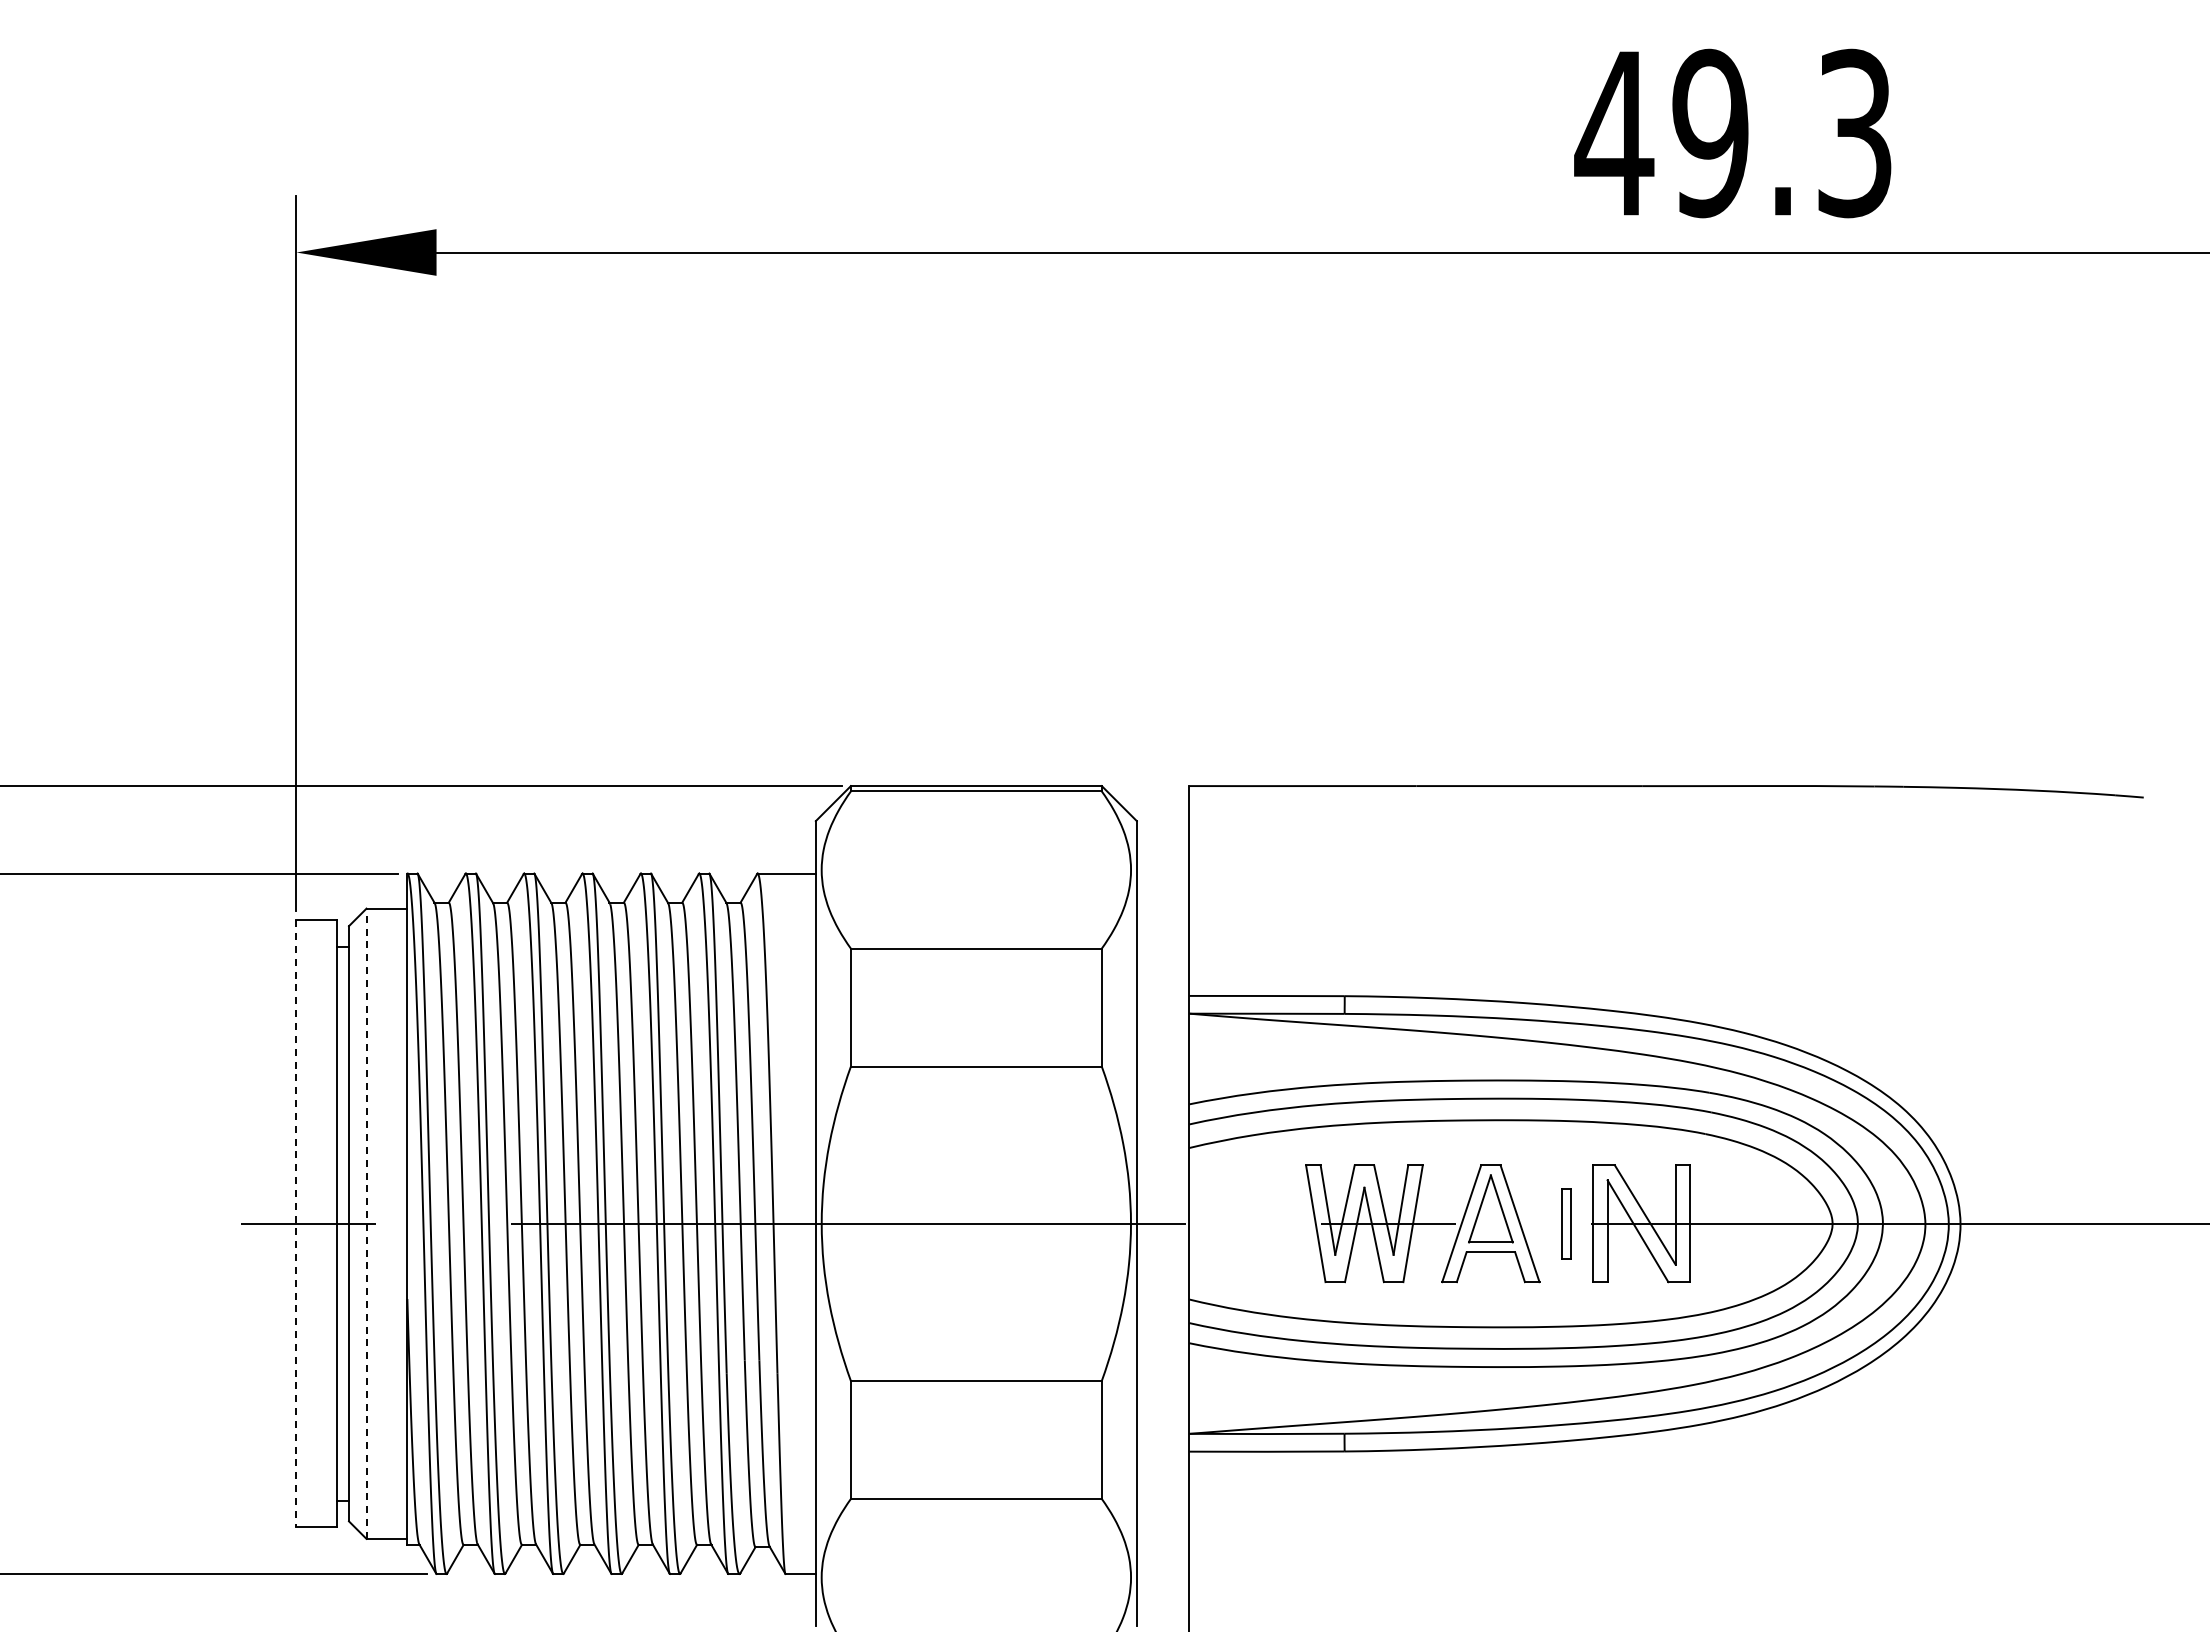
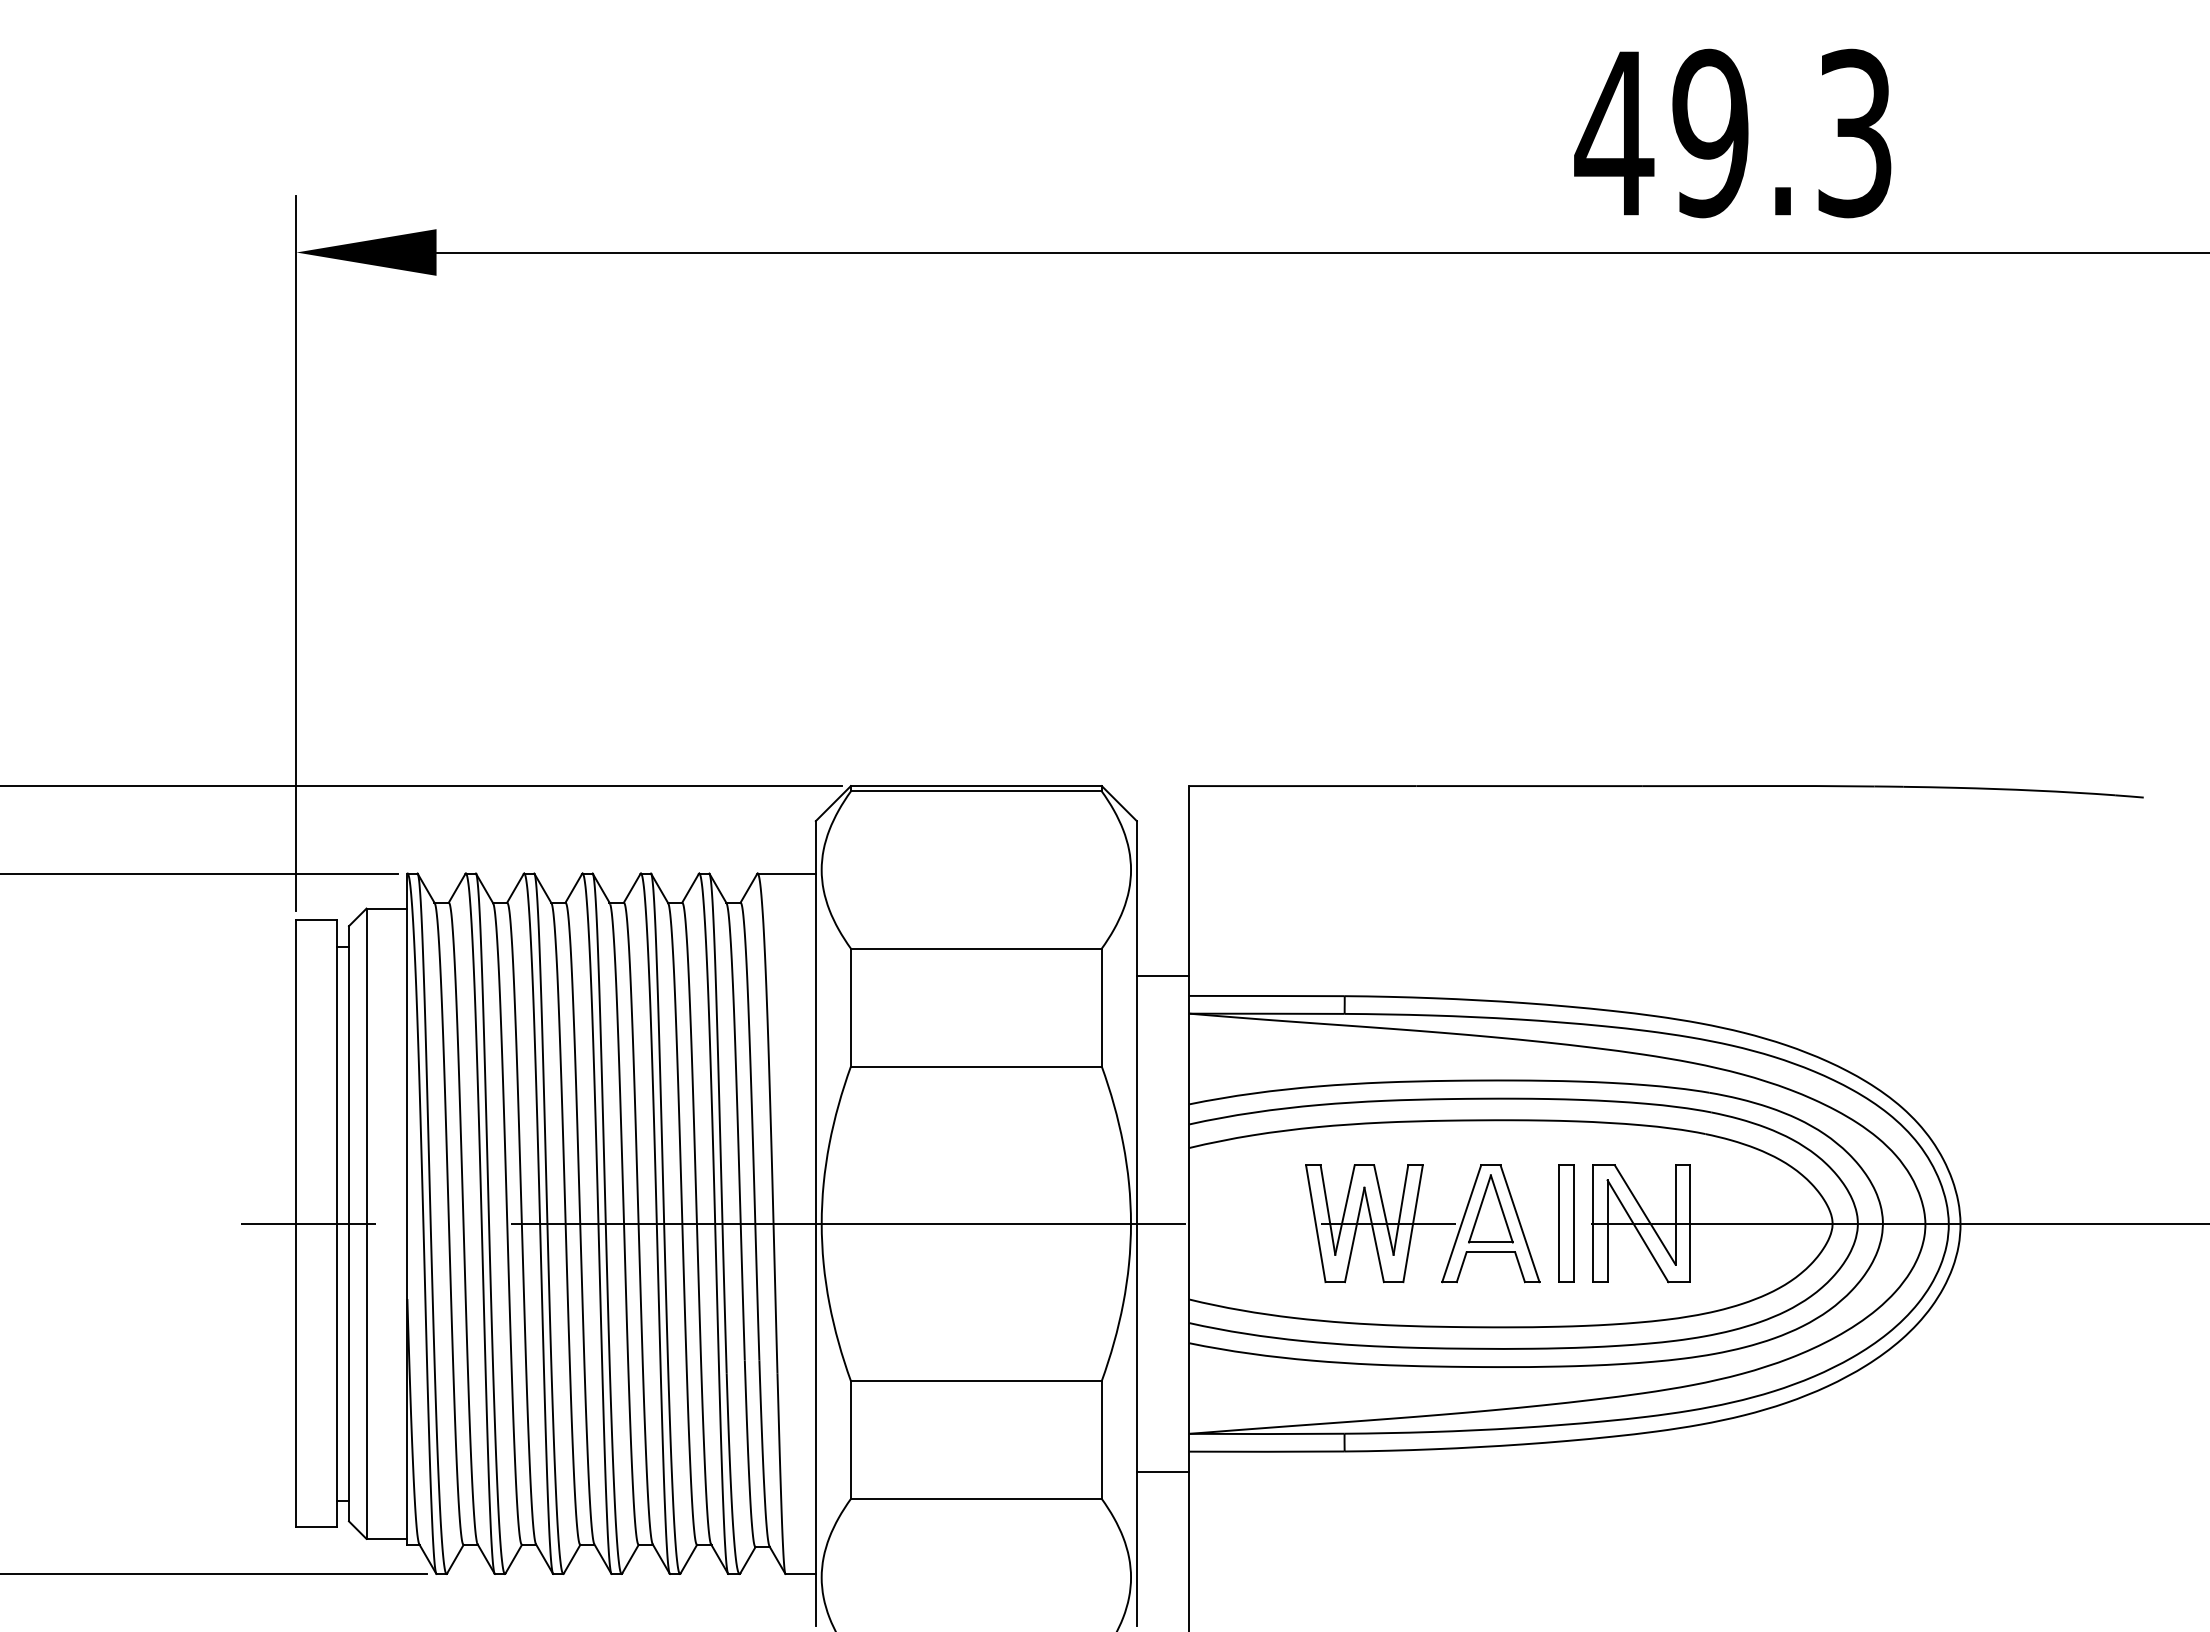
line at (1162, 975): none -> present
line at (366, 1223): dashed -> solid
part at (1566, 1223) size: 11x72 px -> 17x119 px
line at (296, 1224): dashed -> solid
line at (1162, 1471): none -> present
